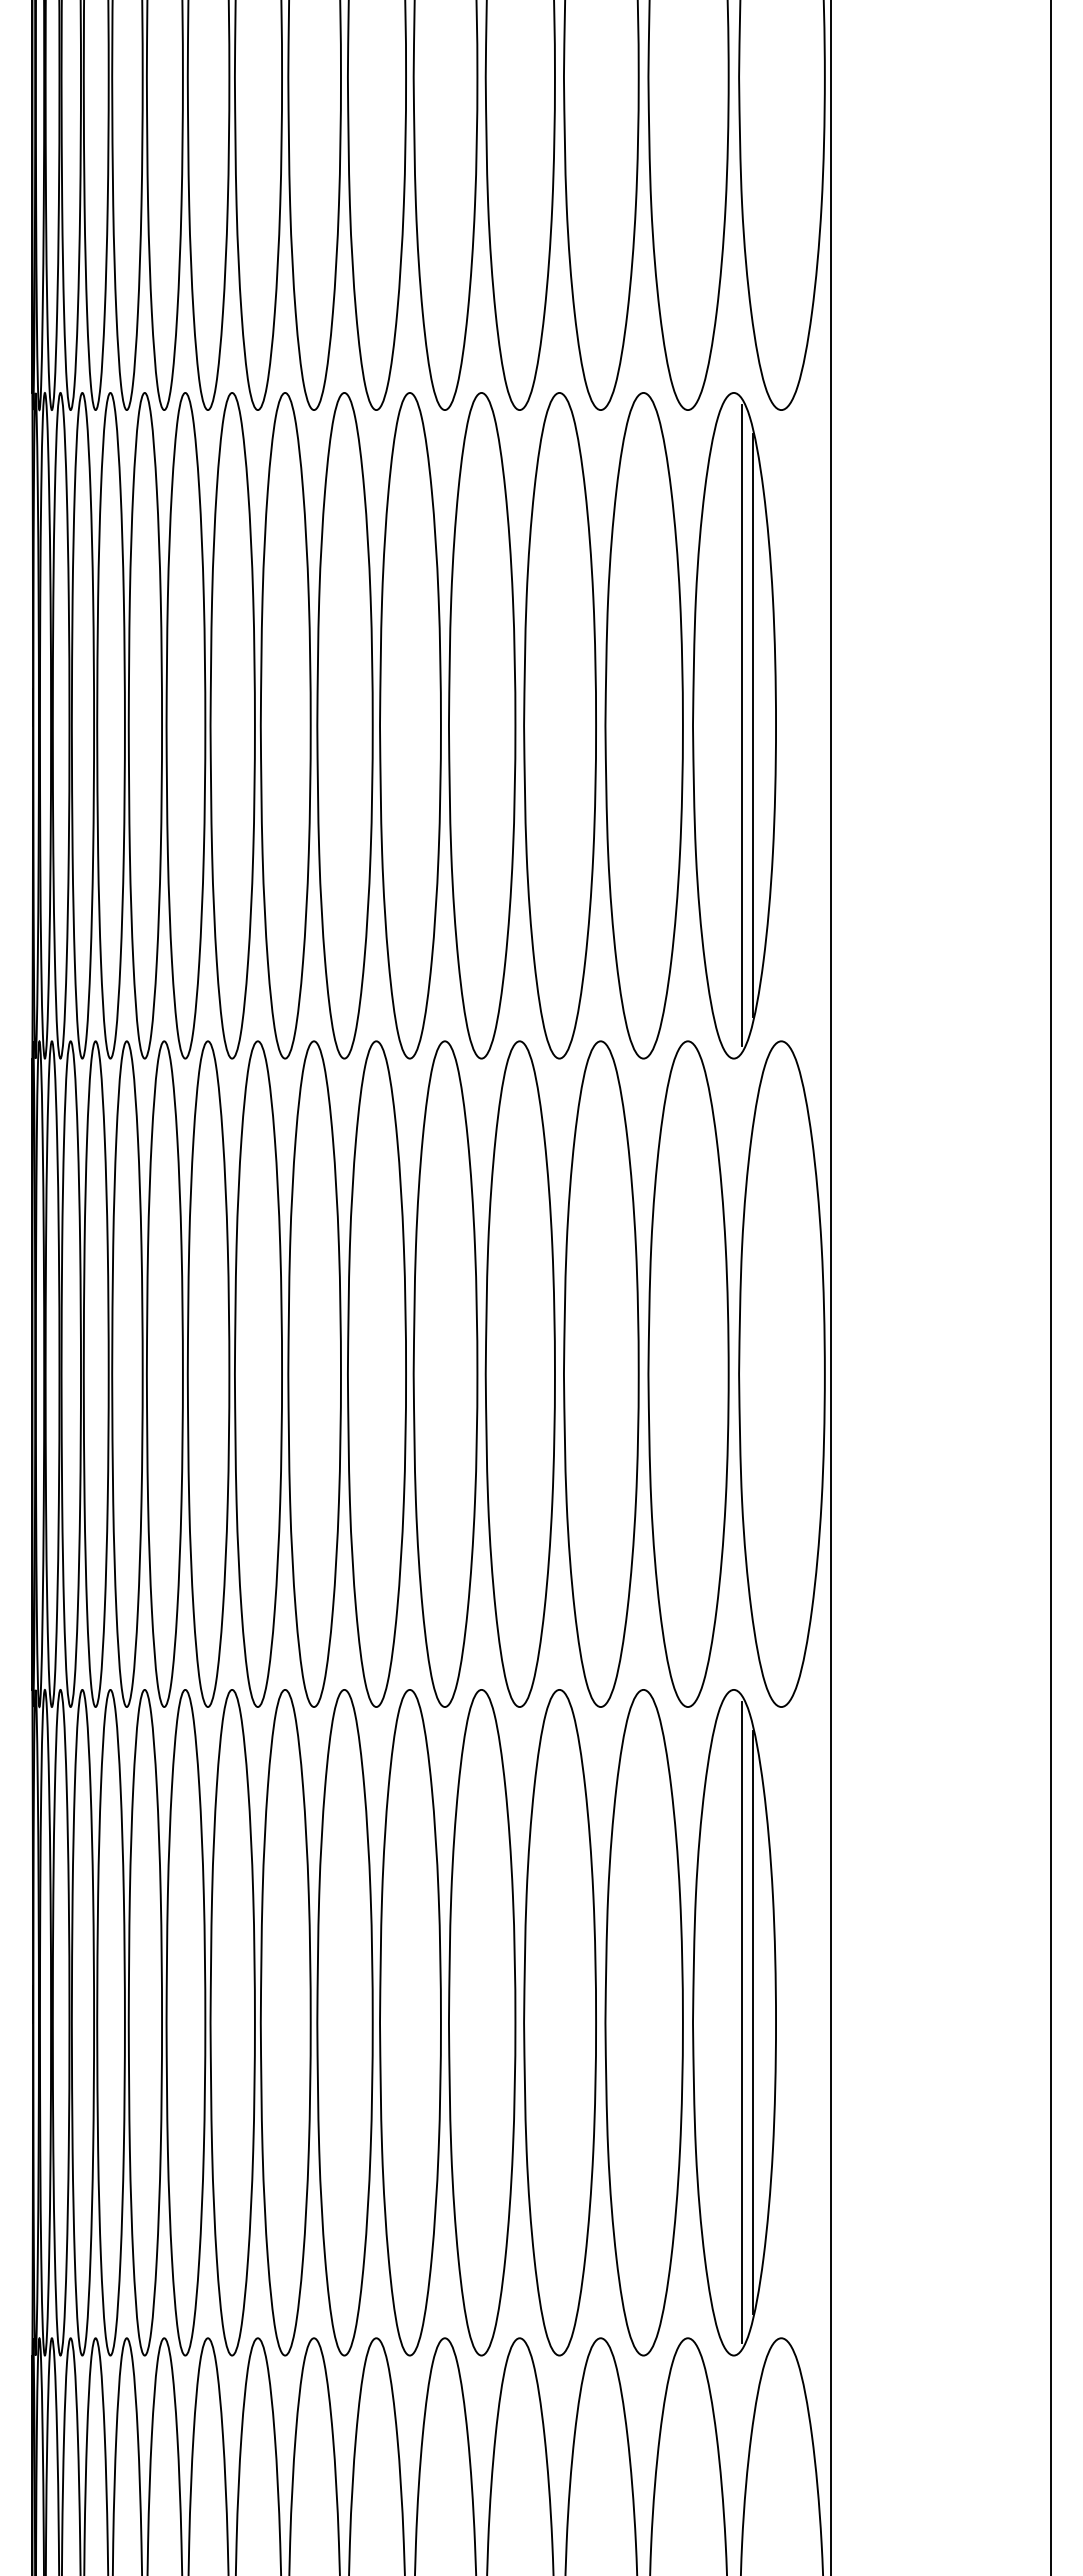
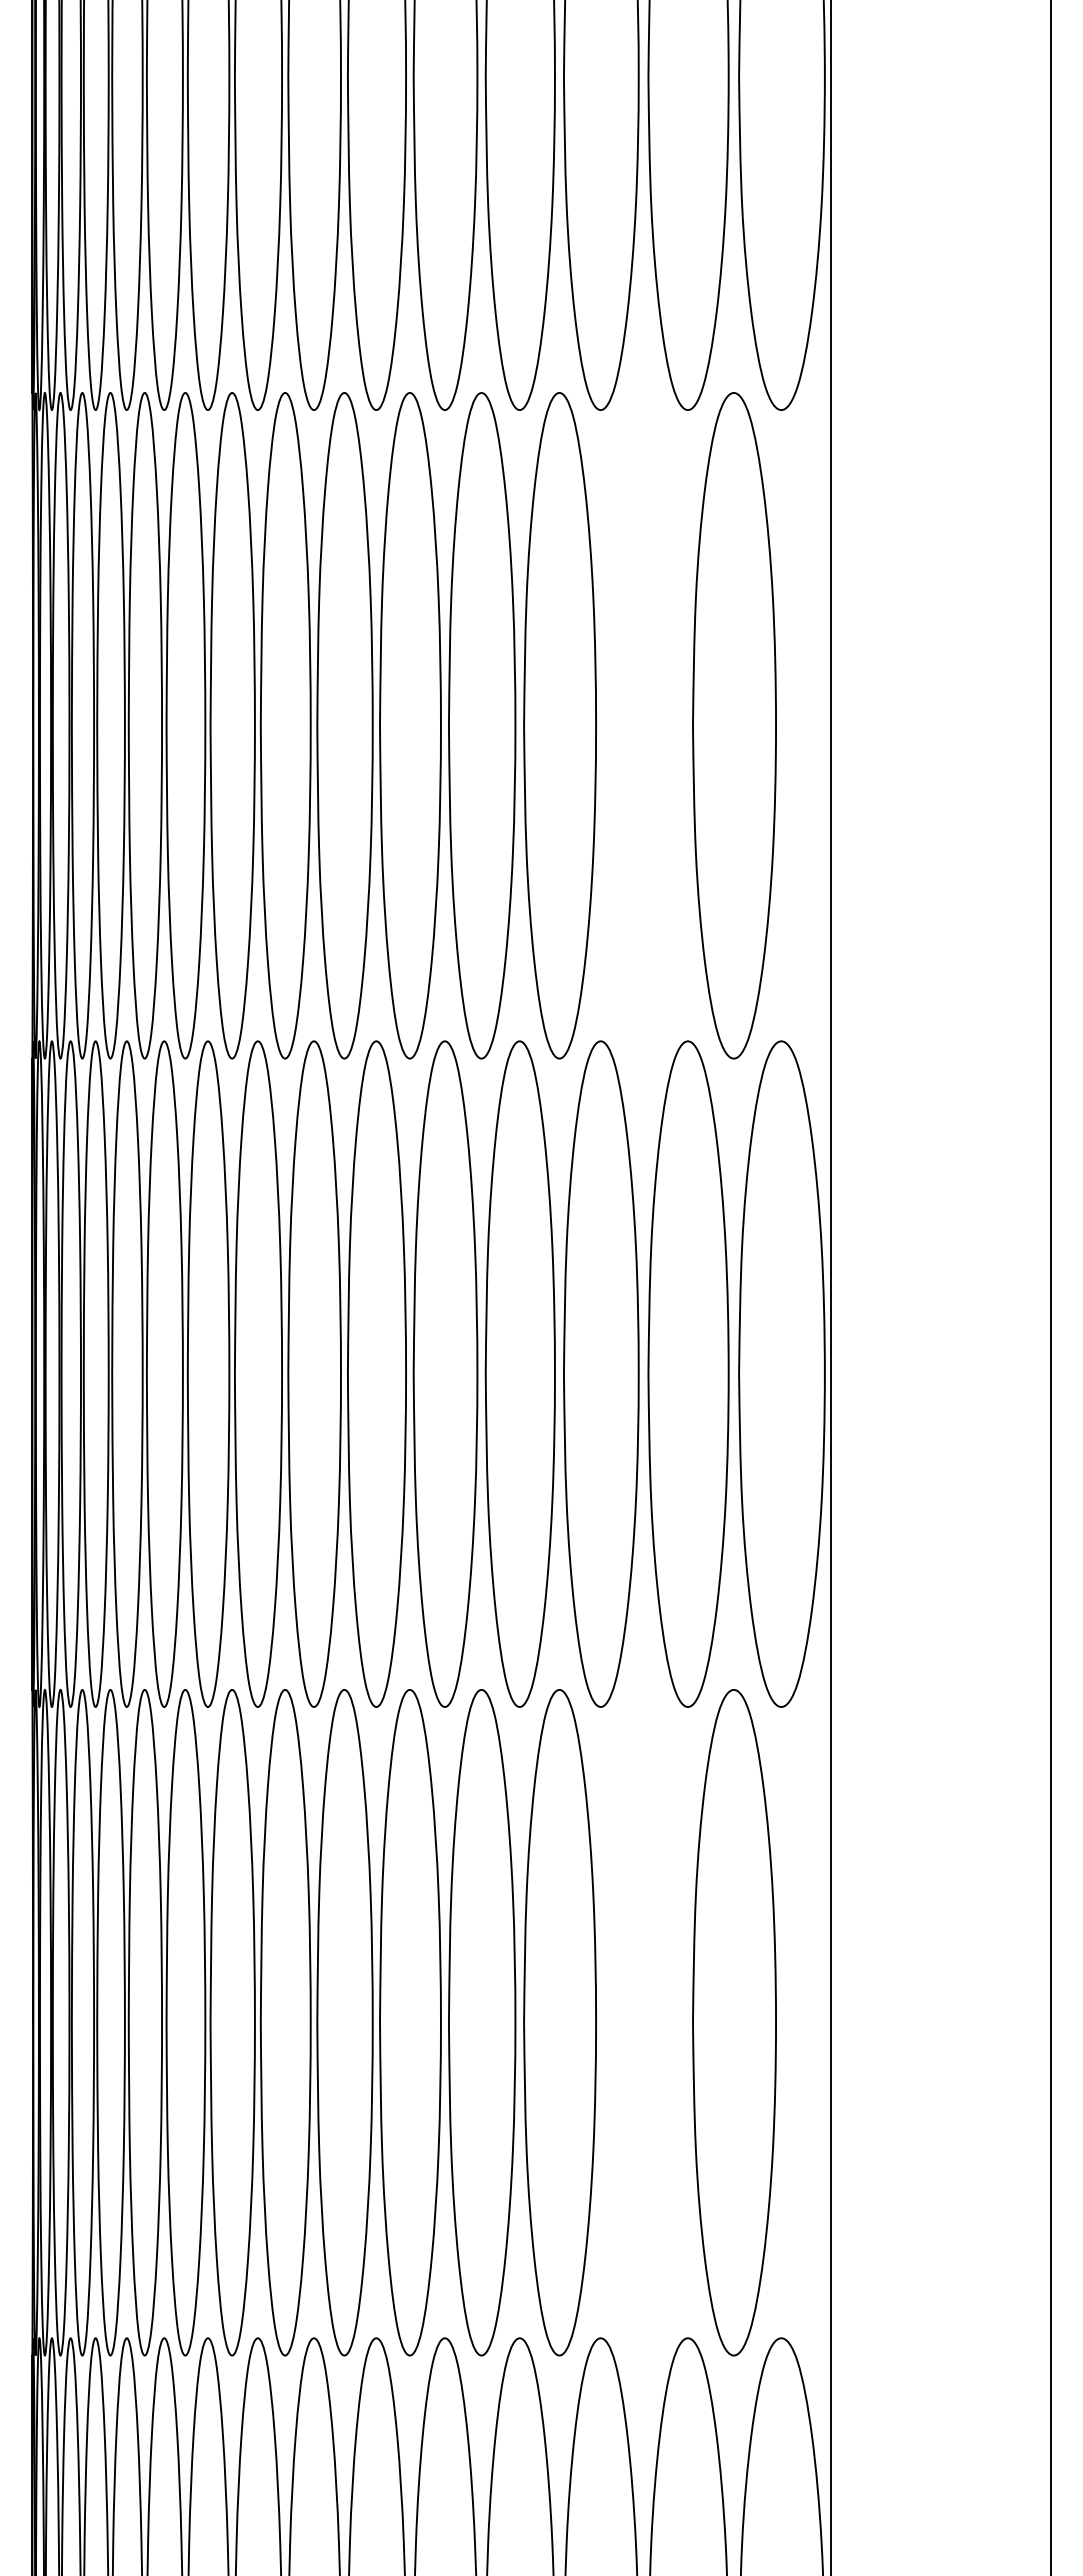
part at (643, 725): present -> none
line at (741, 725): present -> none
line at (753, 725): present -> none
part at (643, 2022): present -> none
line at (741, 2022): present -> none
line at (753, 2022): present -> none
